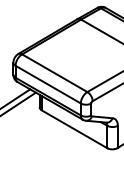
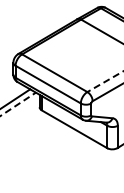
line at (105, 81): solid -> dashed
line at (18, 104): solid -> dashed
